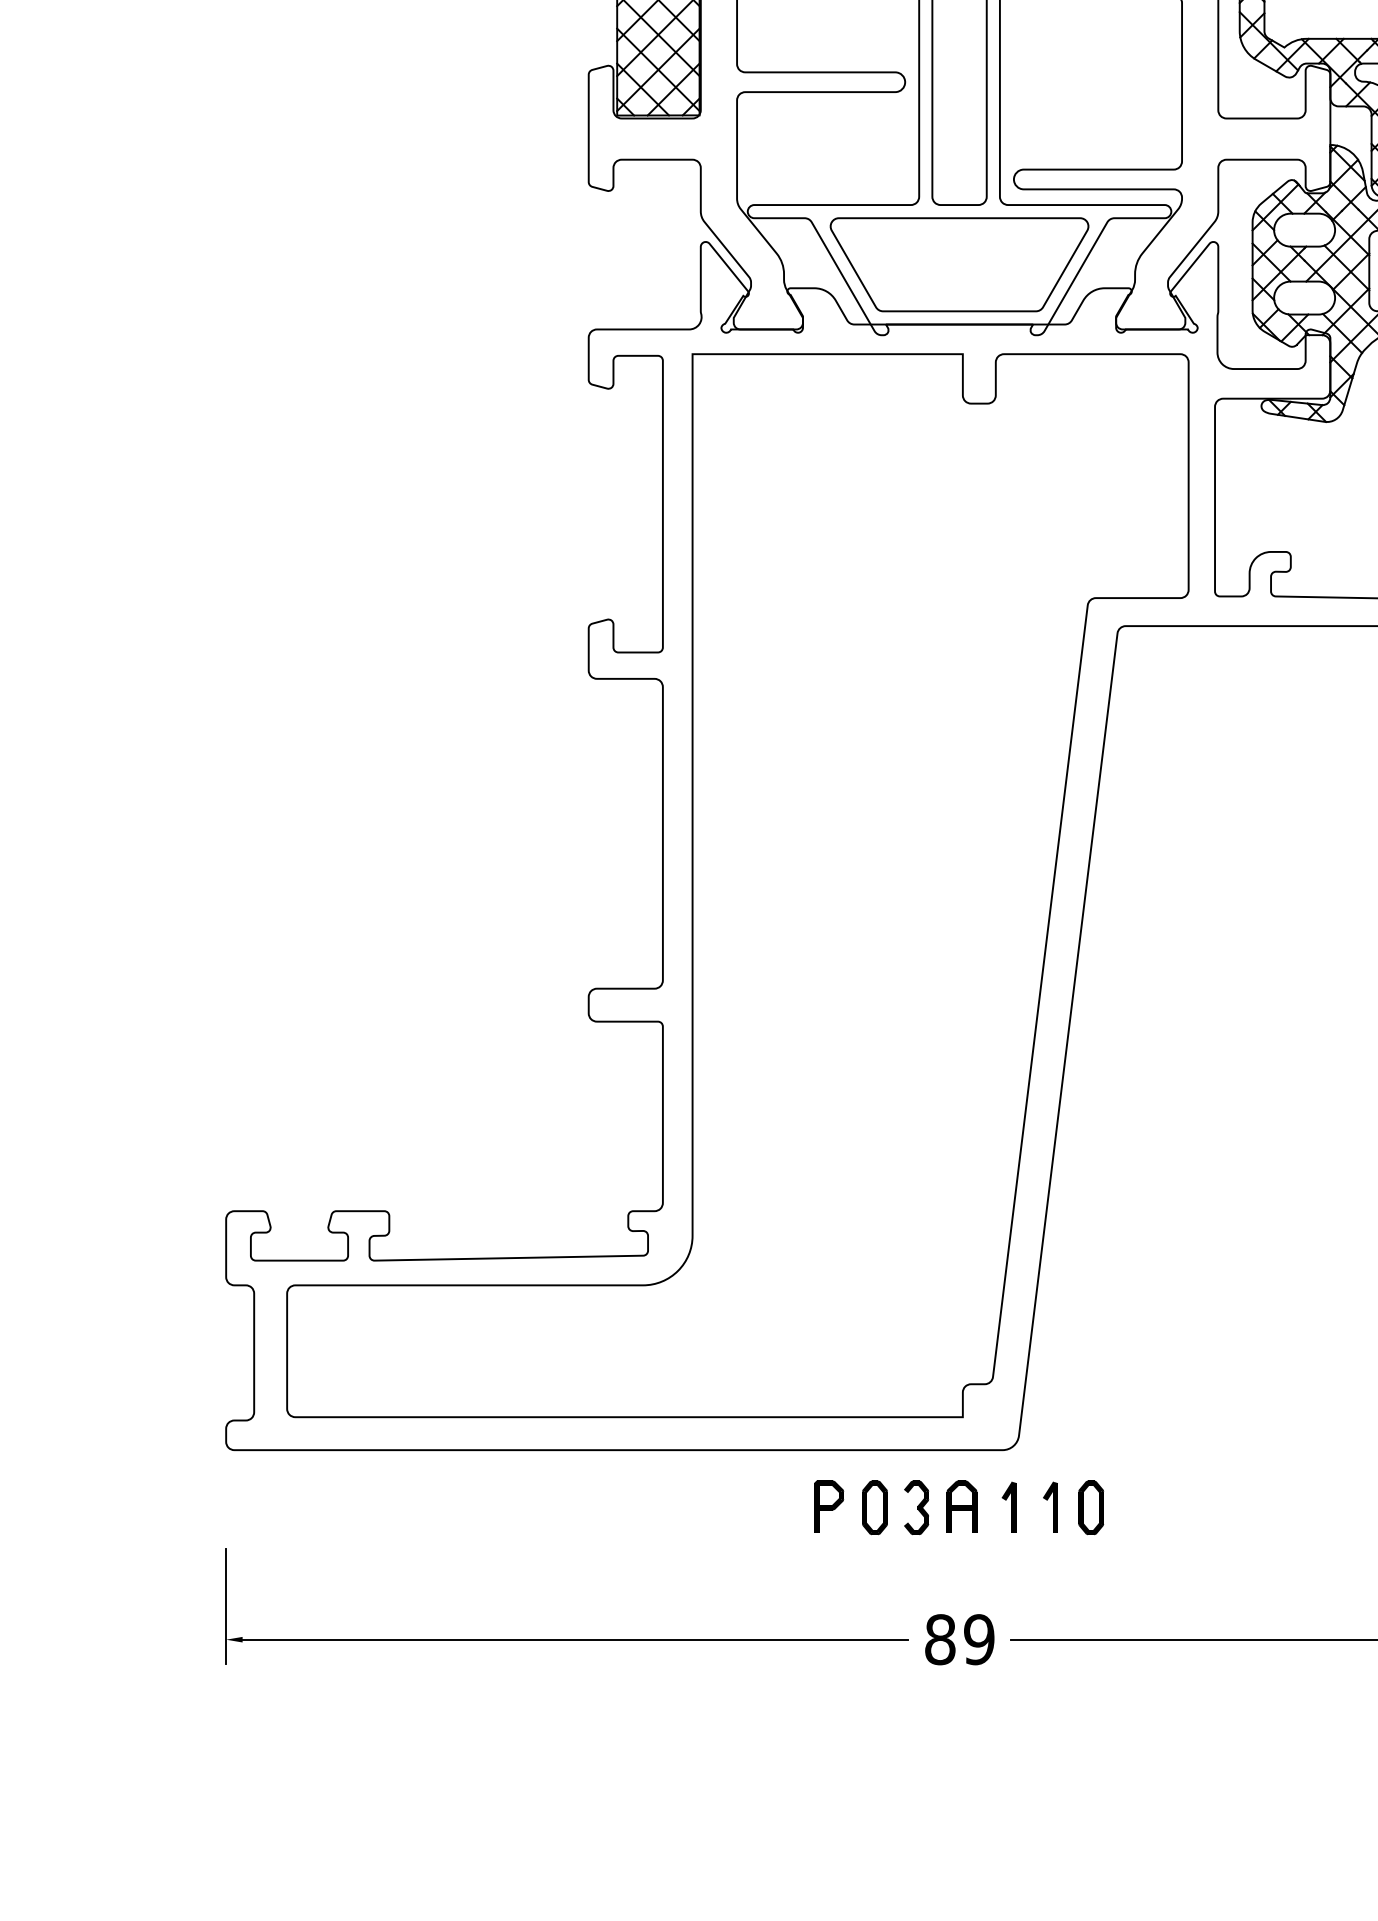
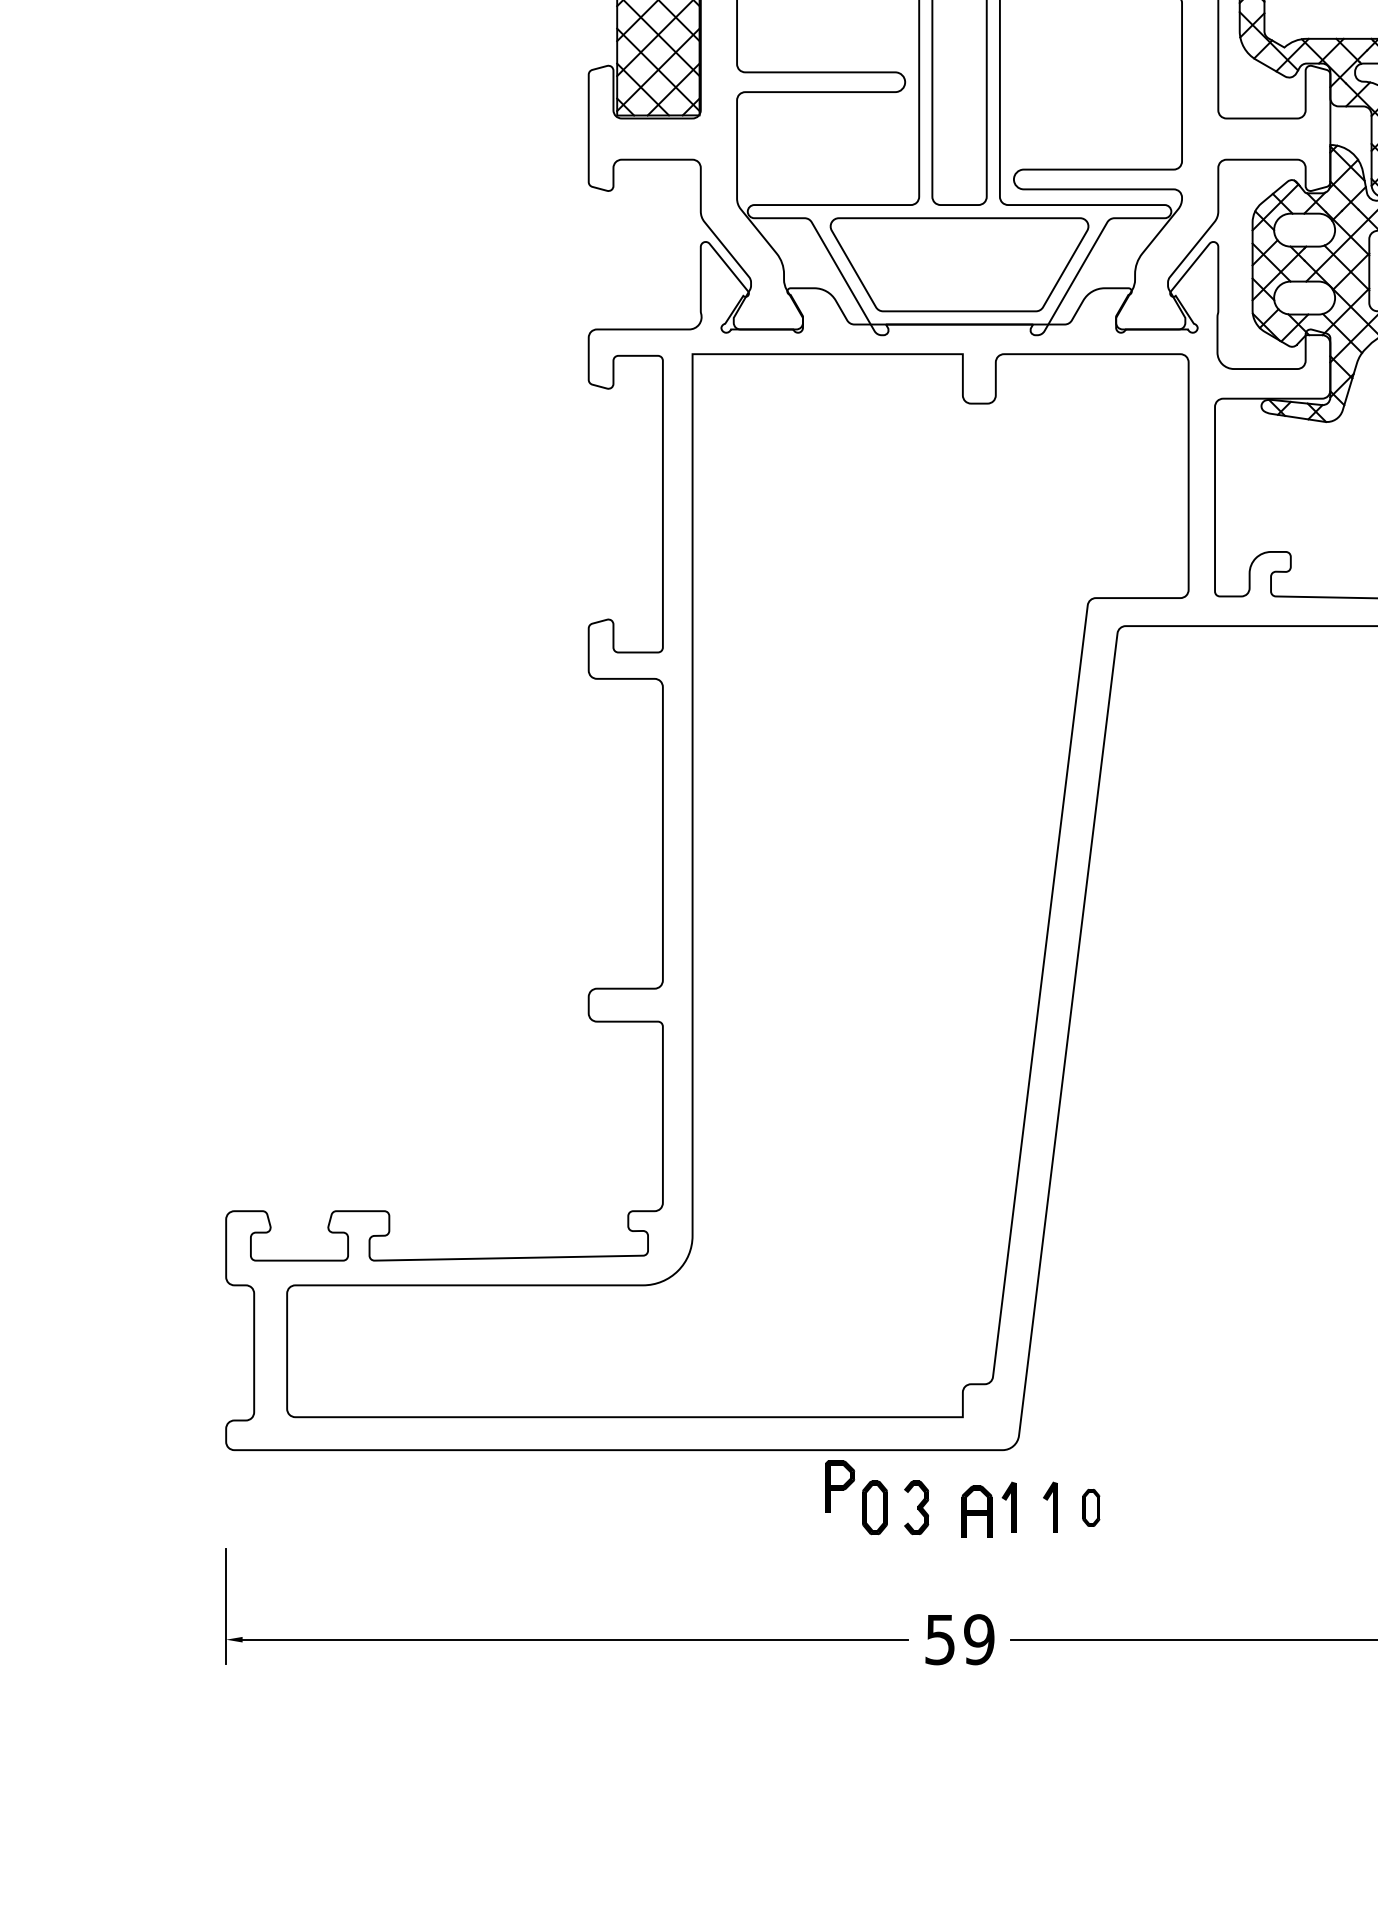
part at (829, 1506) position: (829, 1506) -> (840, 1486)
part at (961, 1506) position: (961, 1506) -> (976, 1511)
part at (1091, 1507) size: 27x56 px -> 19x38 px
text at (940, 1639): 89 -> 59
